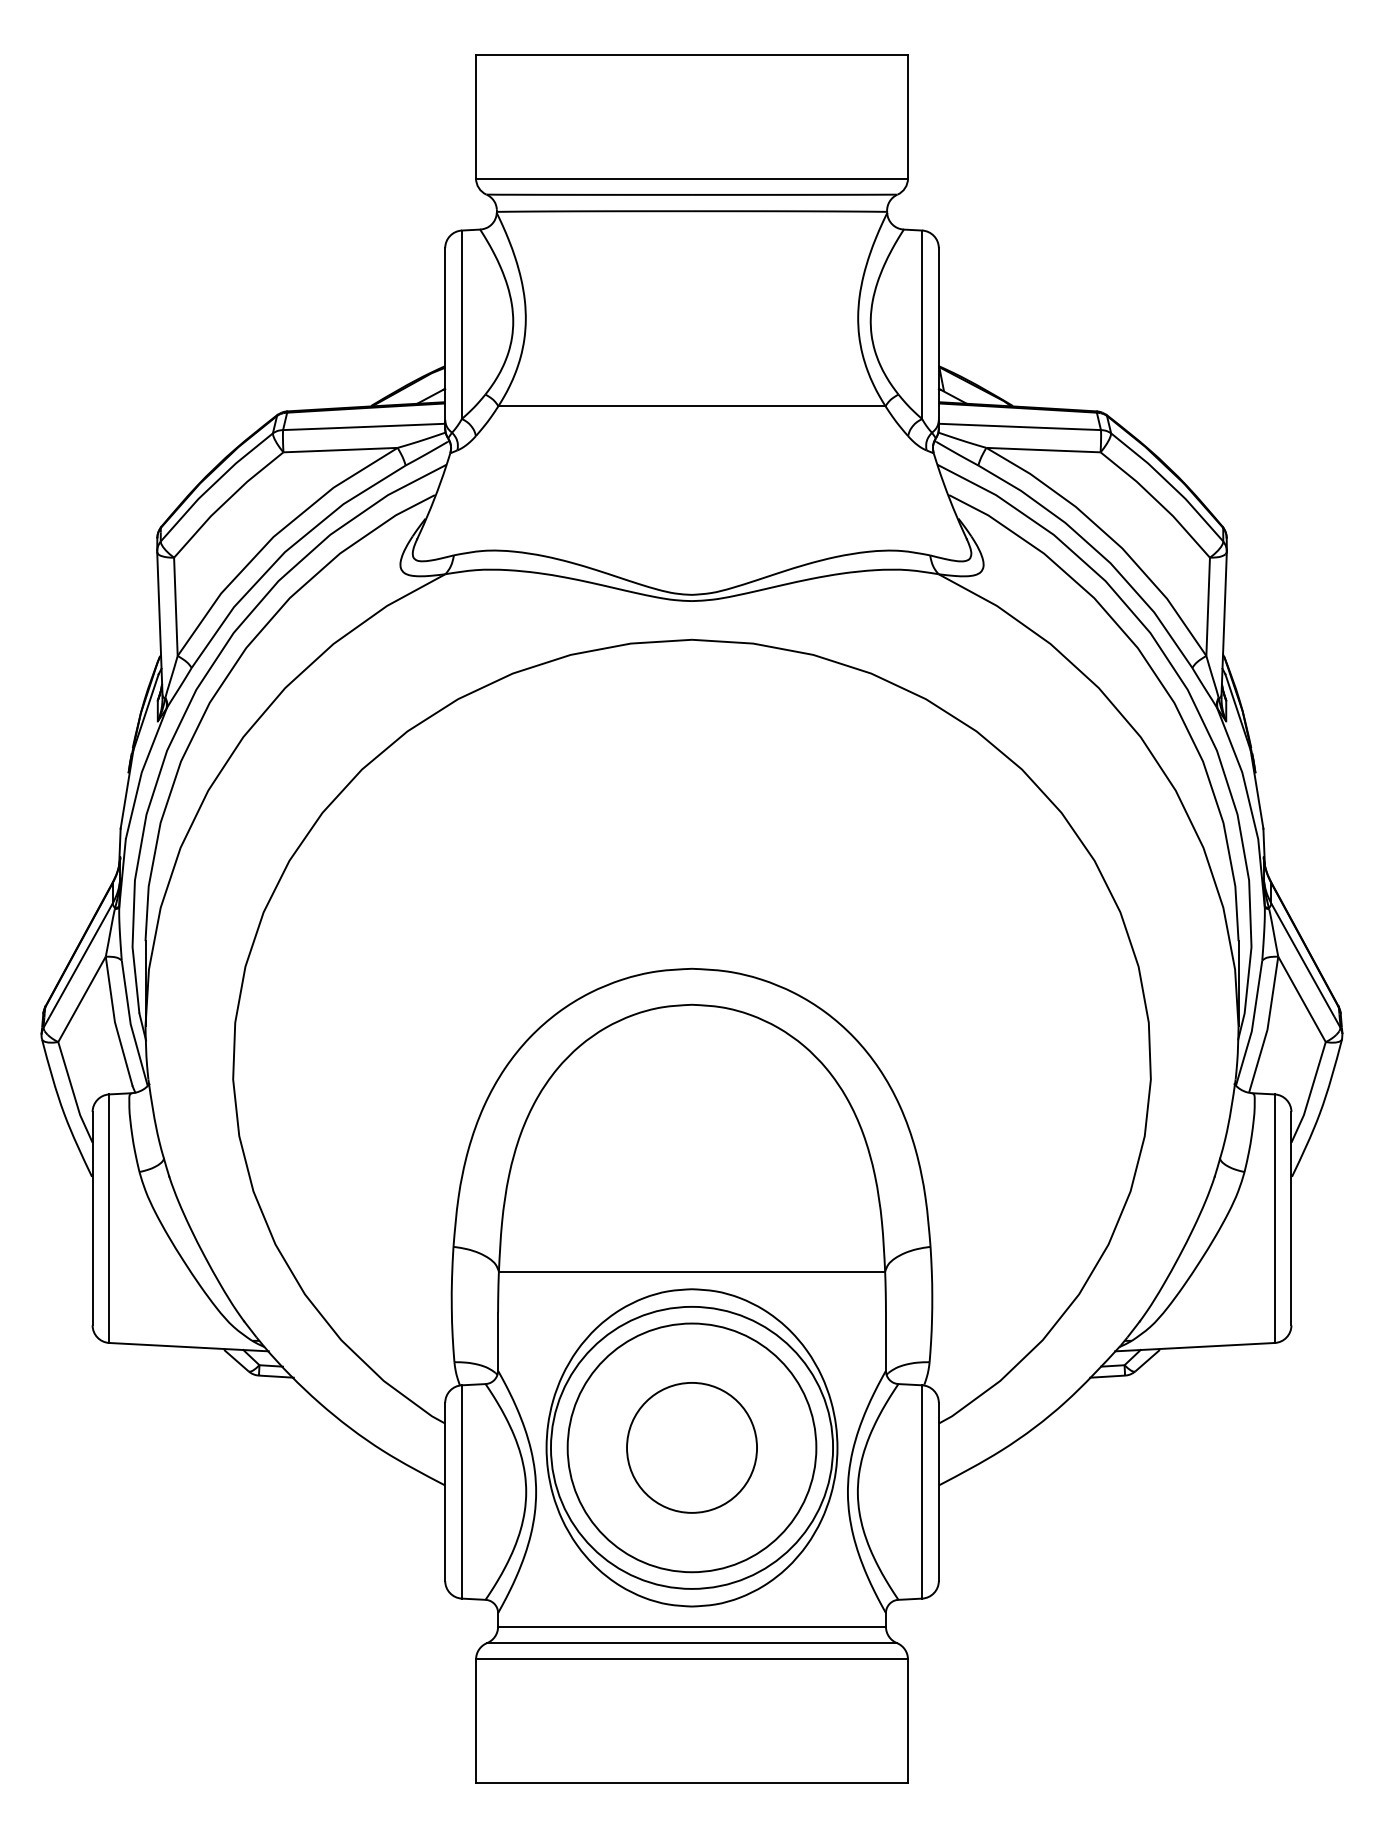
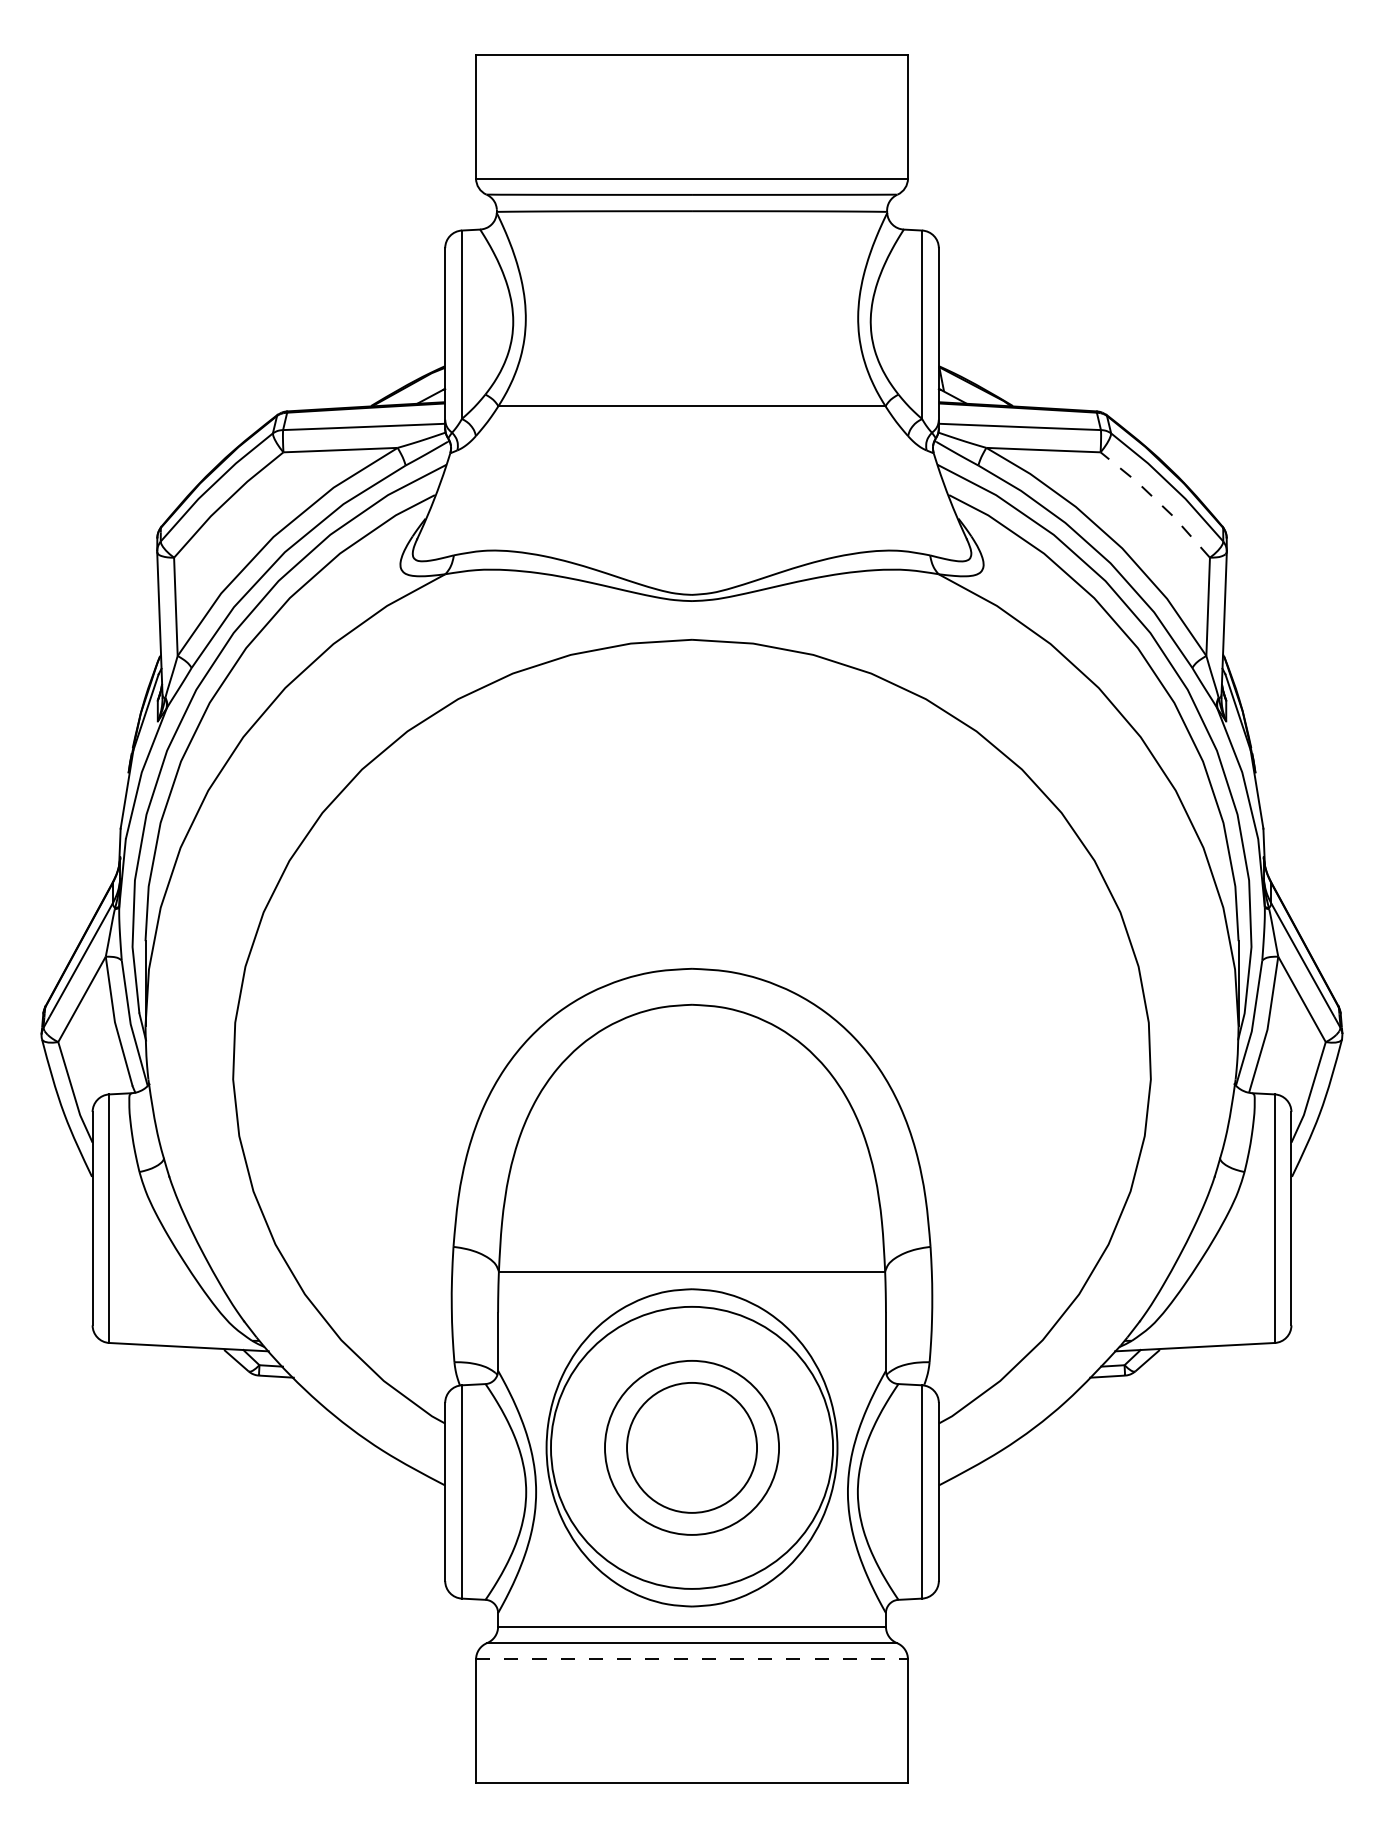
line at (1158, 501): solid -> dashed
circle at (691, 1447) diameter: 249 px -> 174 px
line at (692, 1659): solid -> dashed
